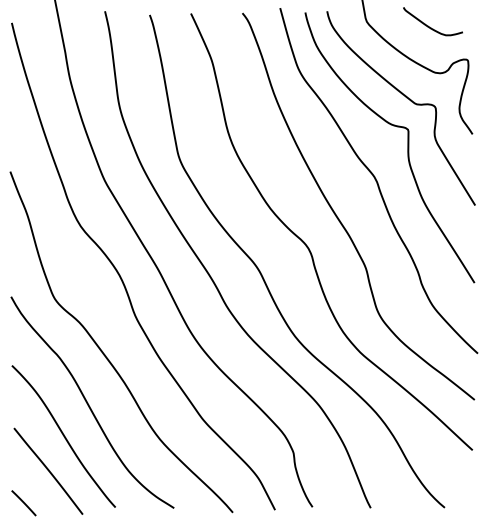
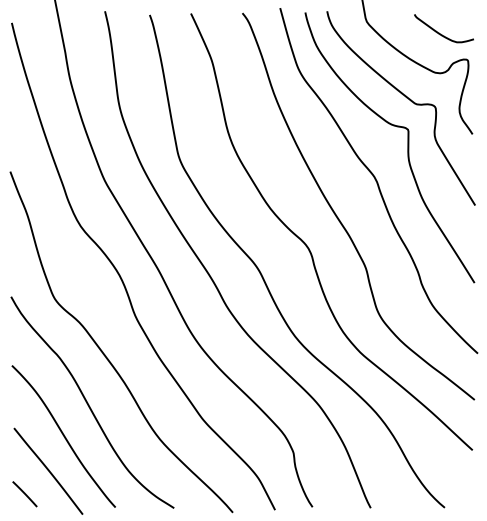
curve at (428, 25) position: (428, 25) -> (439, 32)
line at (23, 503) position: (23, 503) -> (24, 494)
